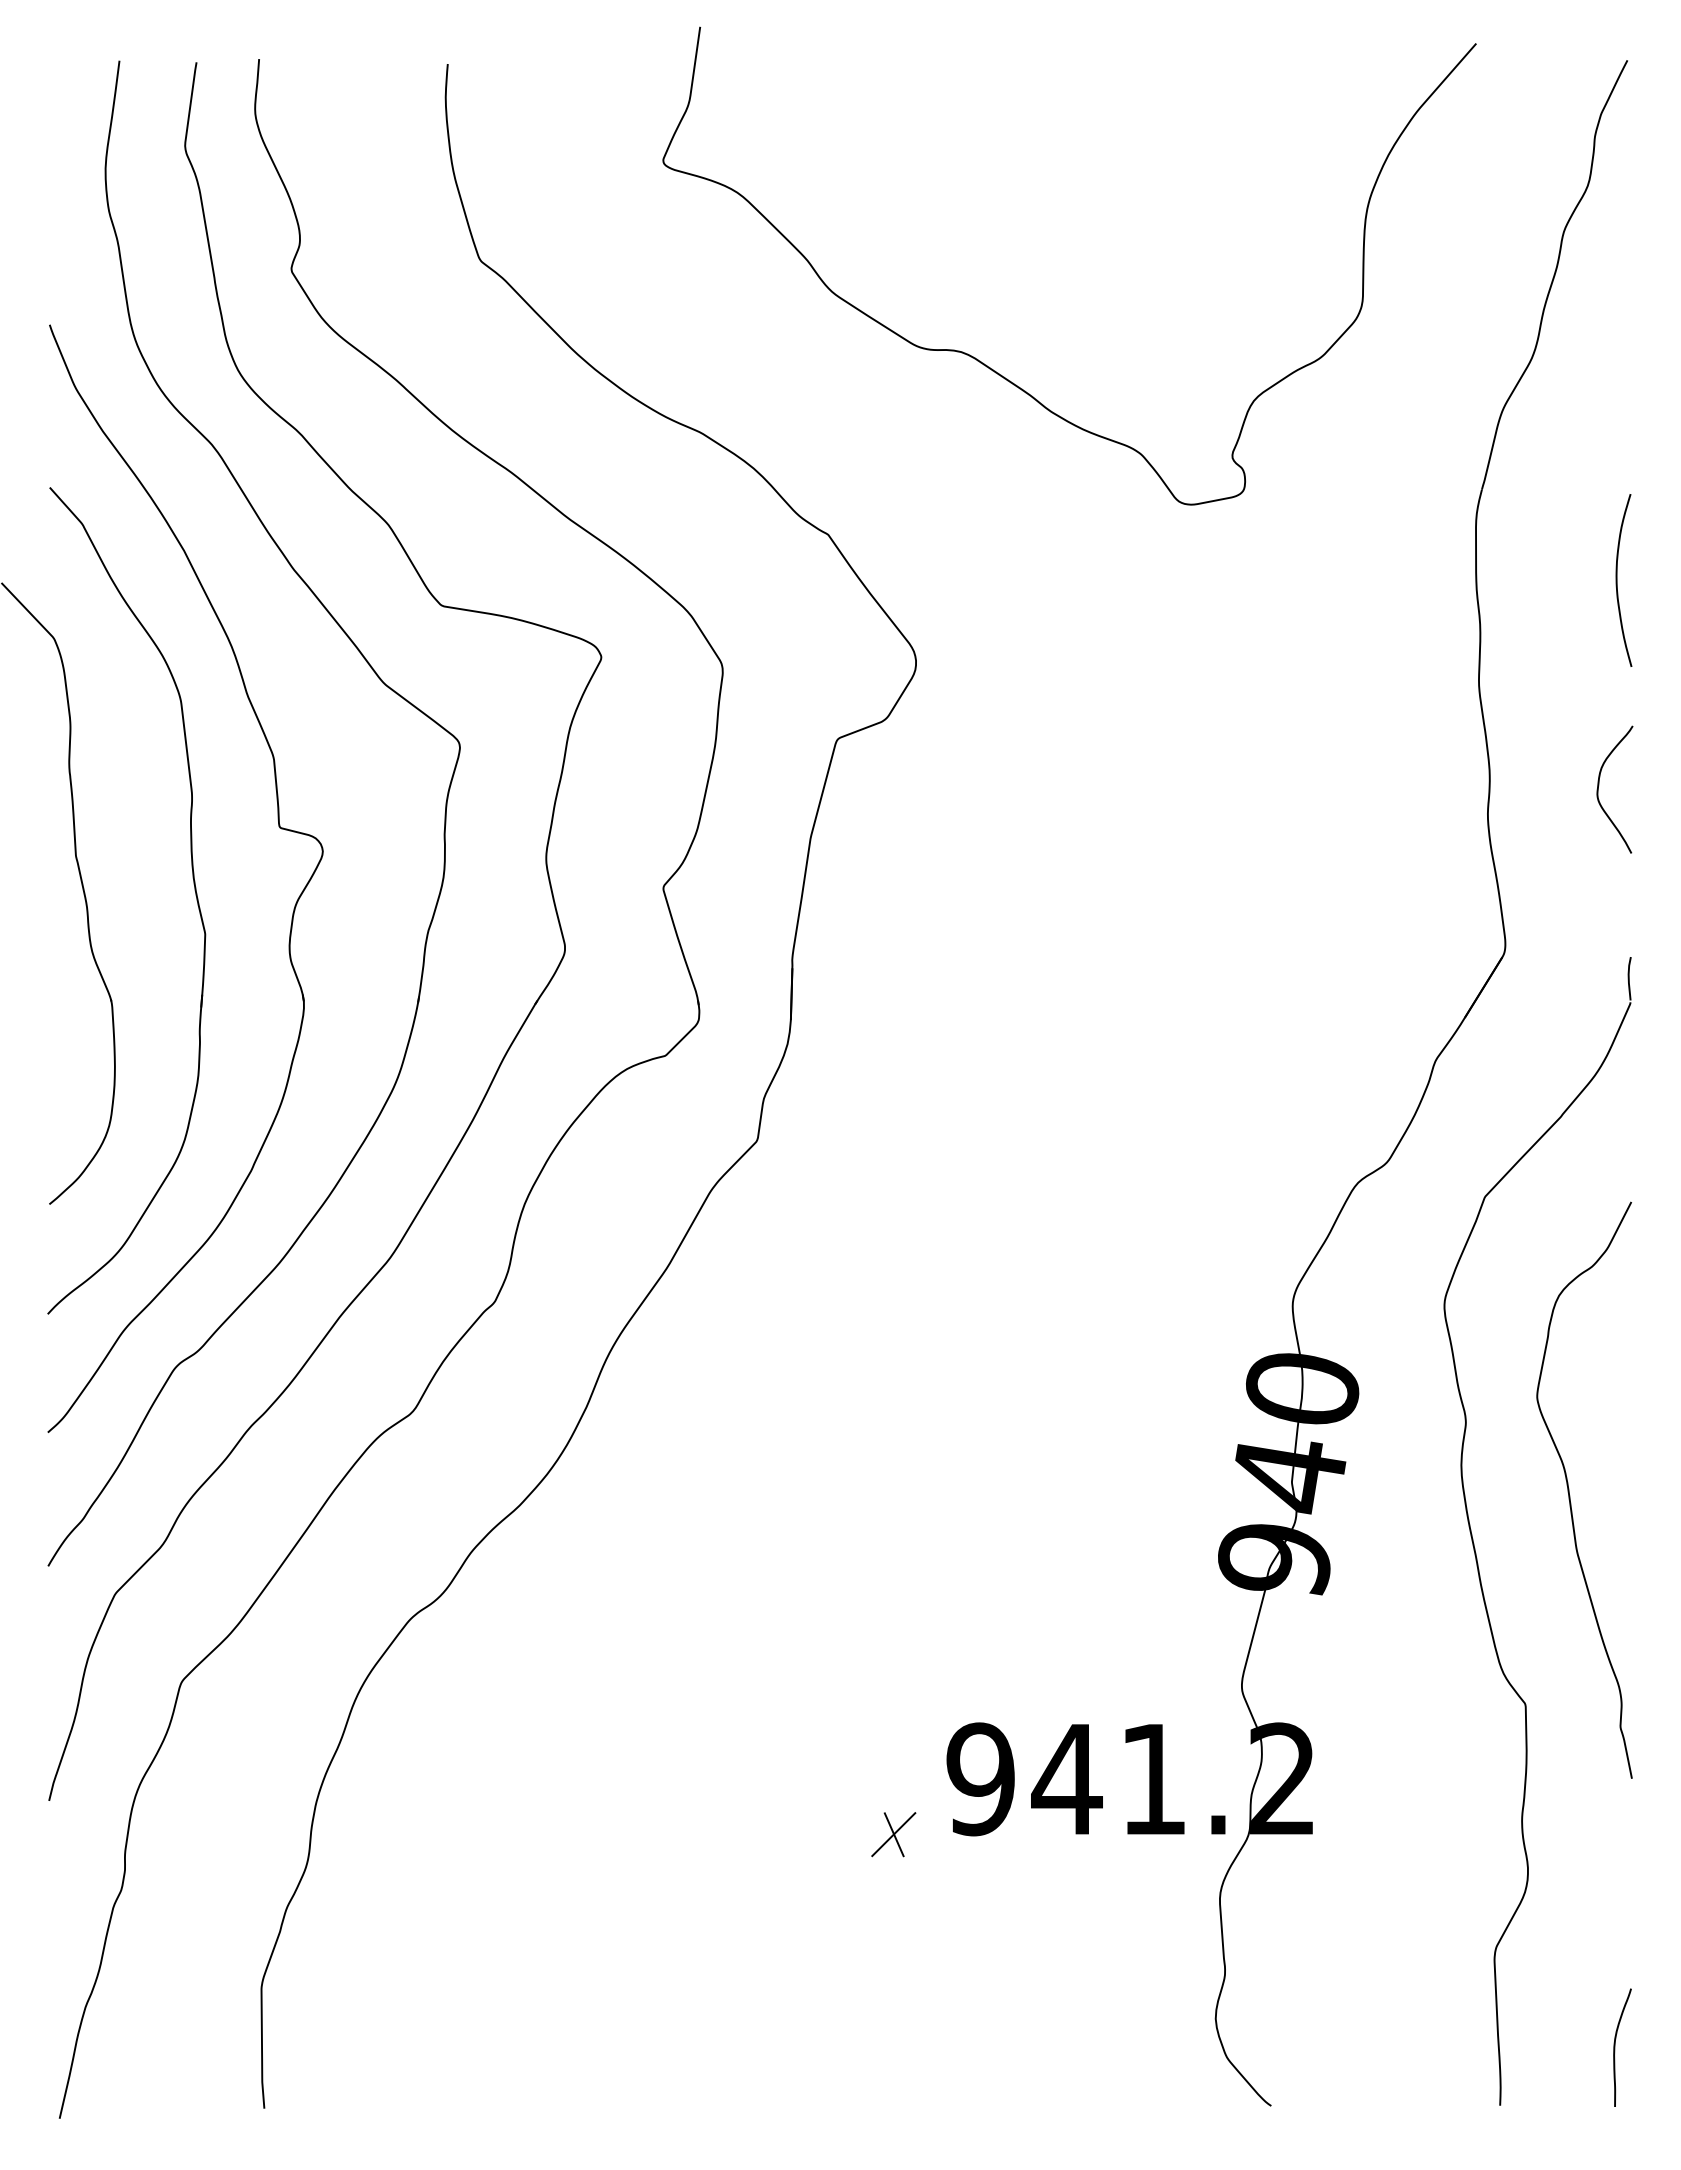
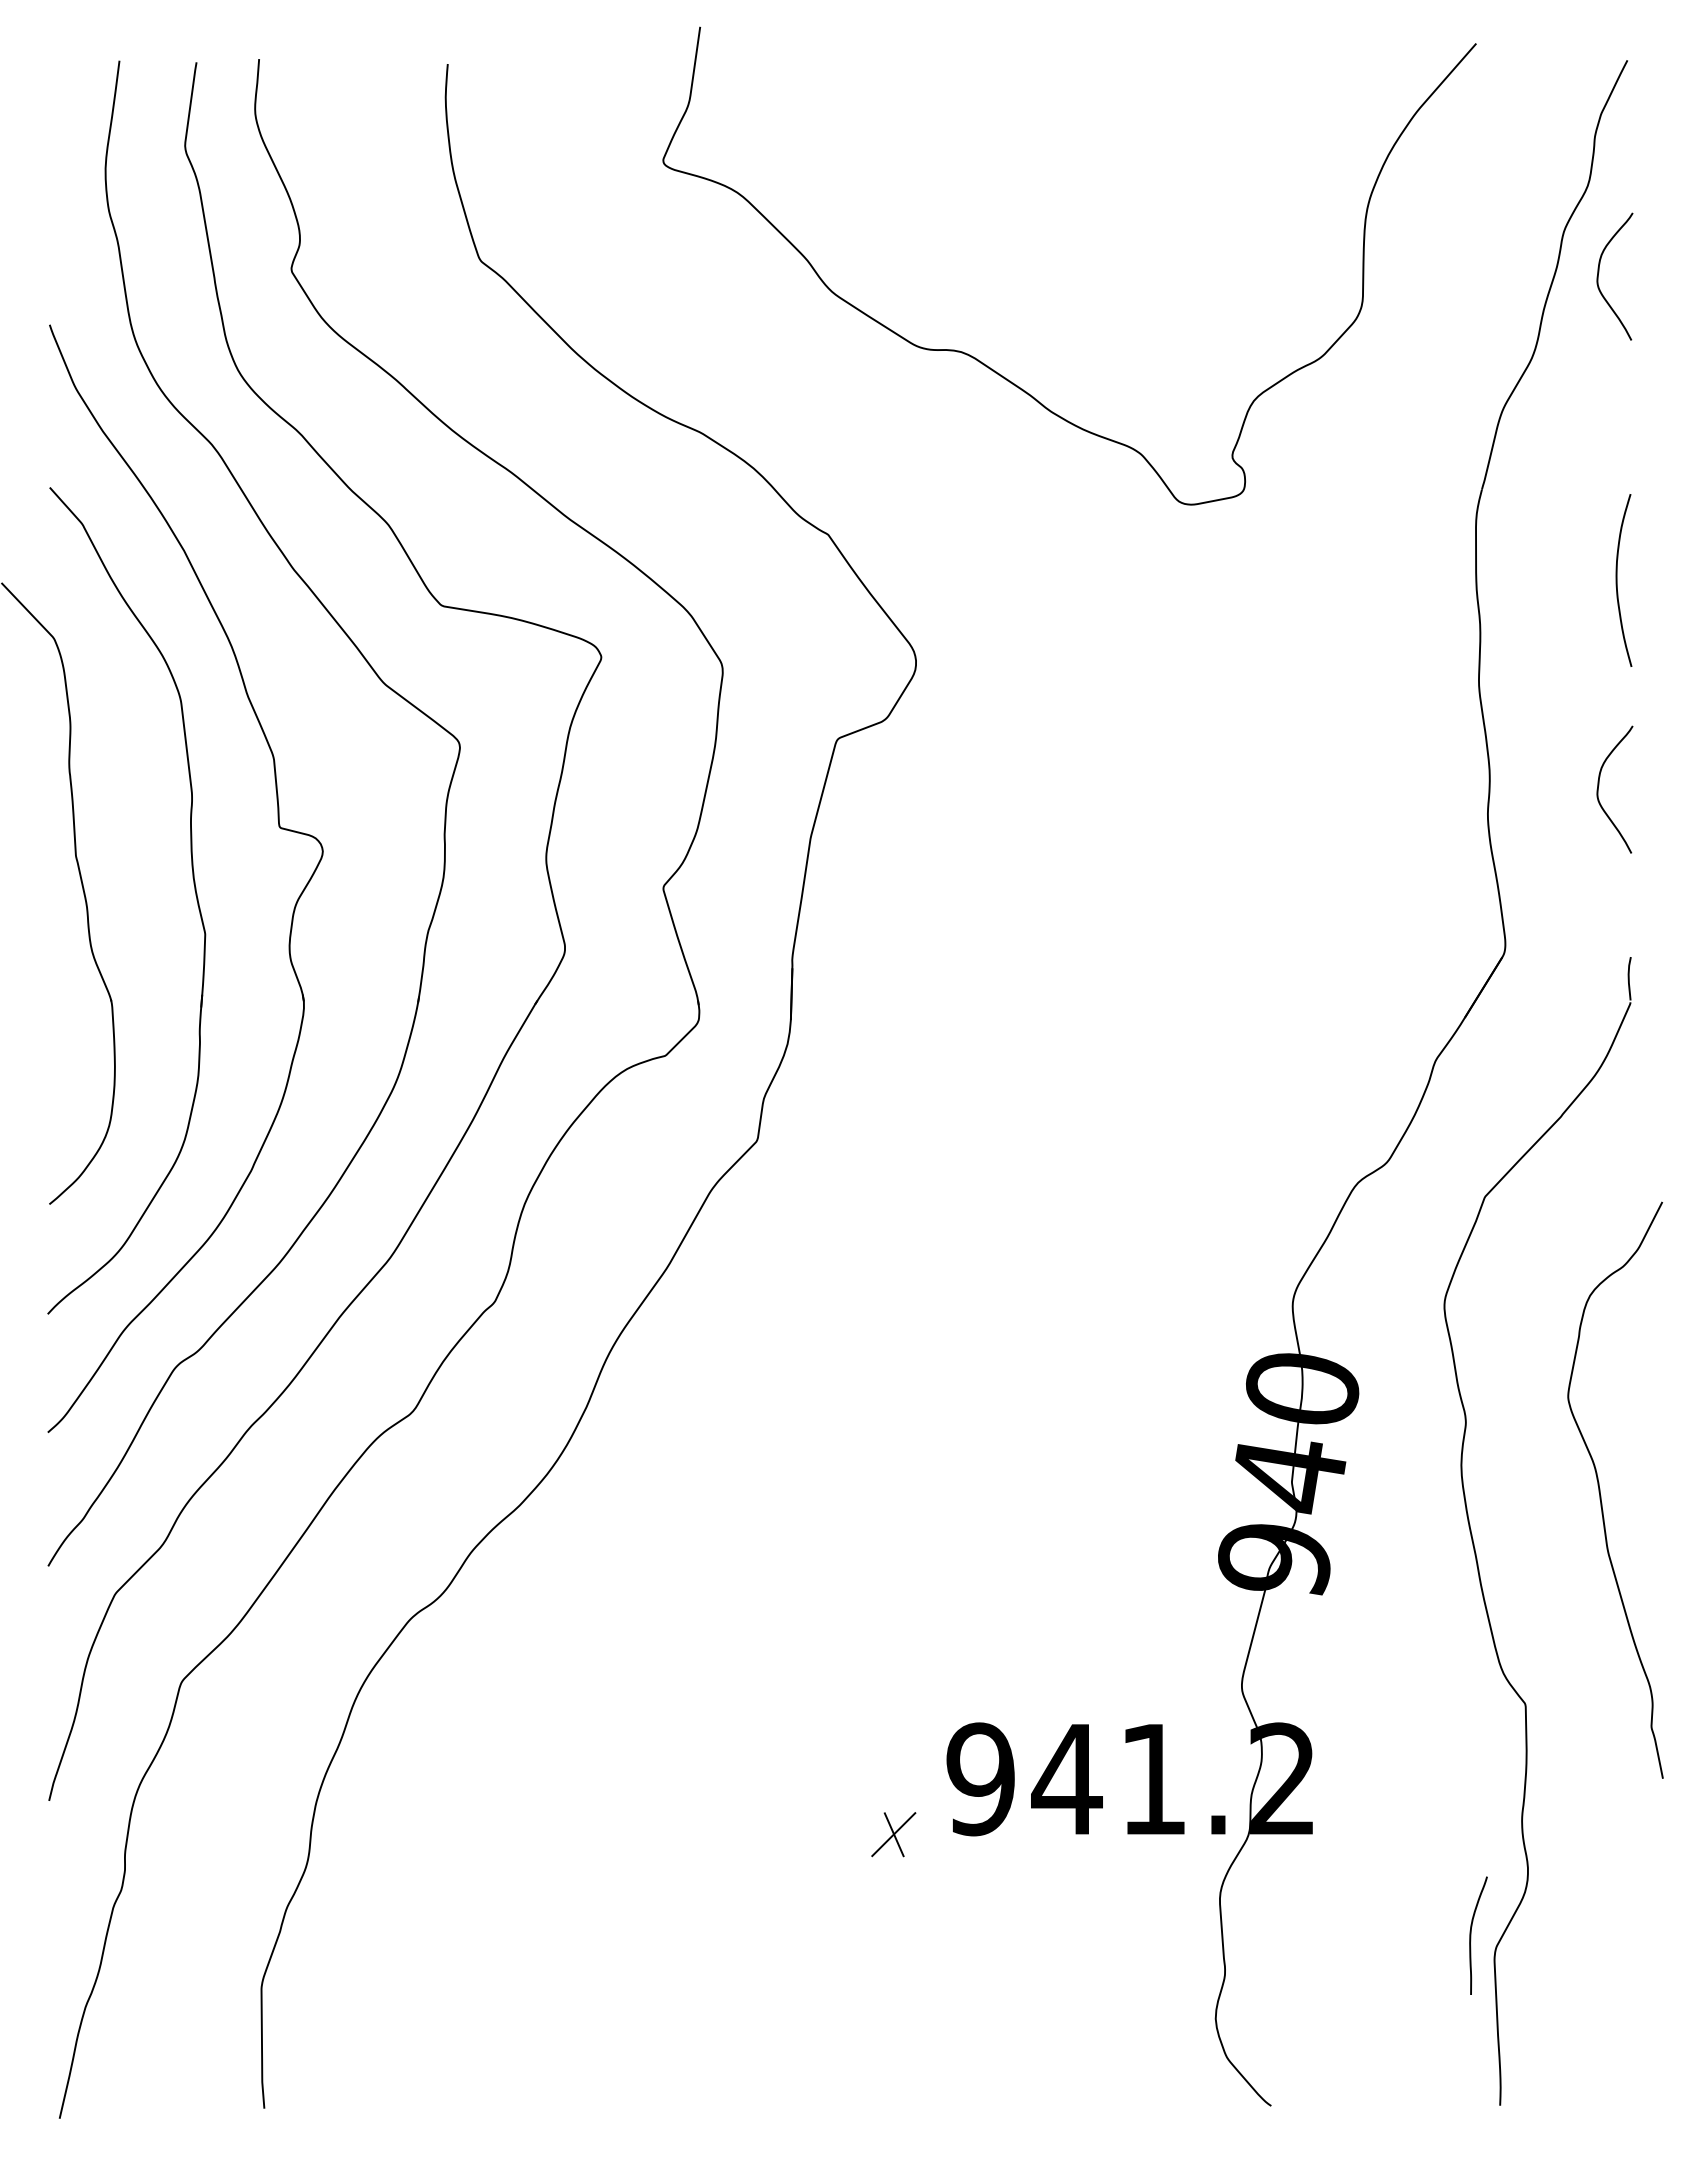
curve at (1599, 272): none -> present
curve at (1569, 1489) position: (1569, 1489) -> (1600, 1489)
curve at (1615, 2047) position: (1615, 2047) -> (1471, 1935)
